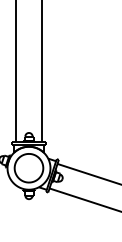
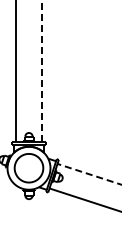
line at (41, 71): solid -> dashed
line at (88, 174): solid -> dashed
